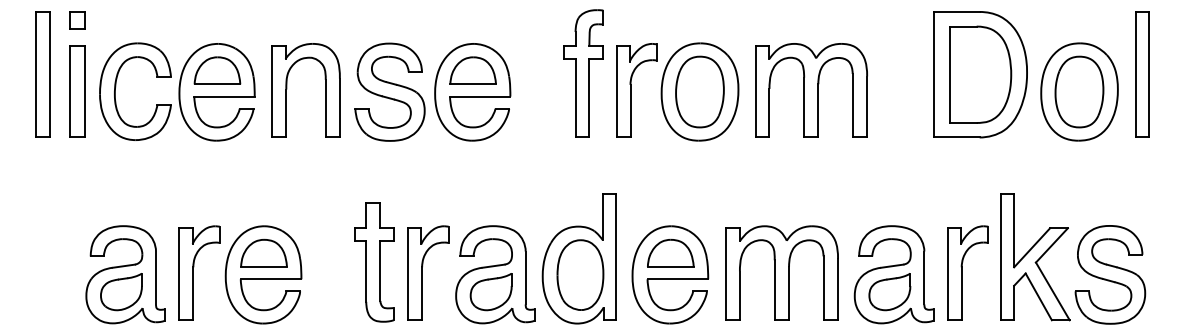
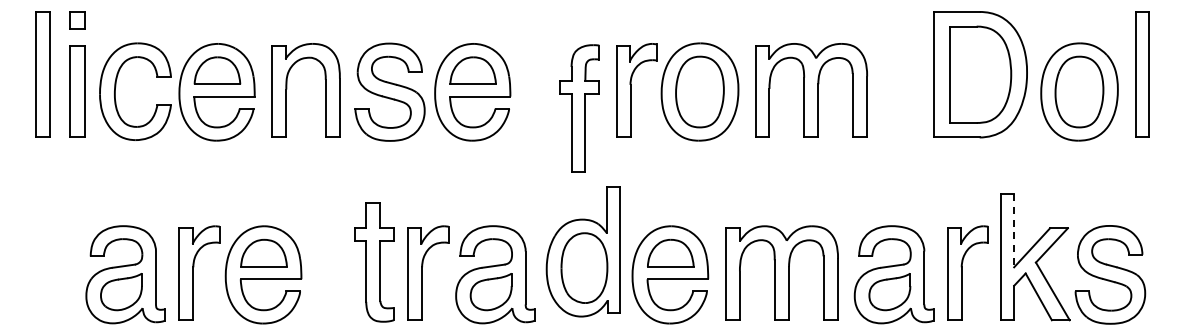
part at (583, 73) position: (583, 73) -> (579, 108)
line at (1014, 230): solid -> dashed
part at (578, 258) position: (578, 258) -> (582, 251)
